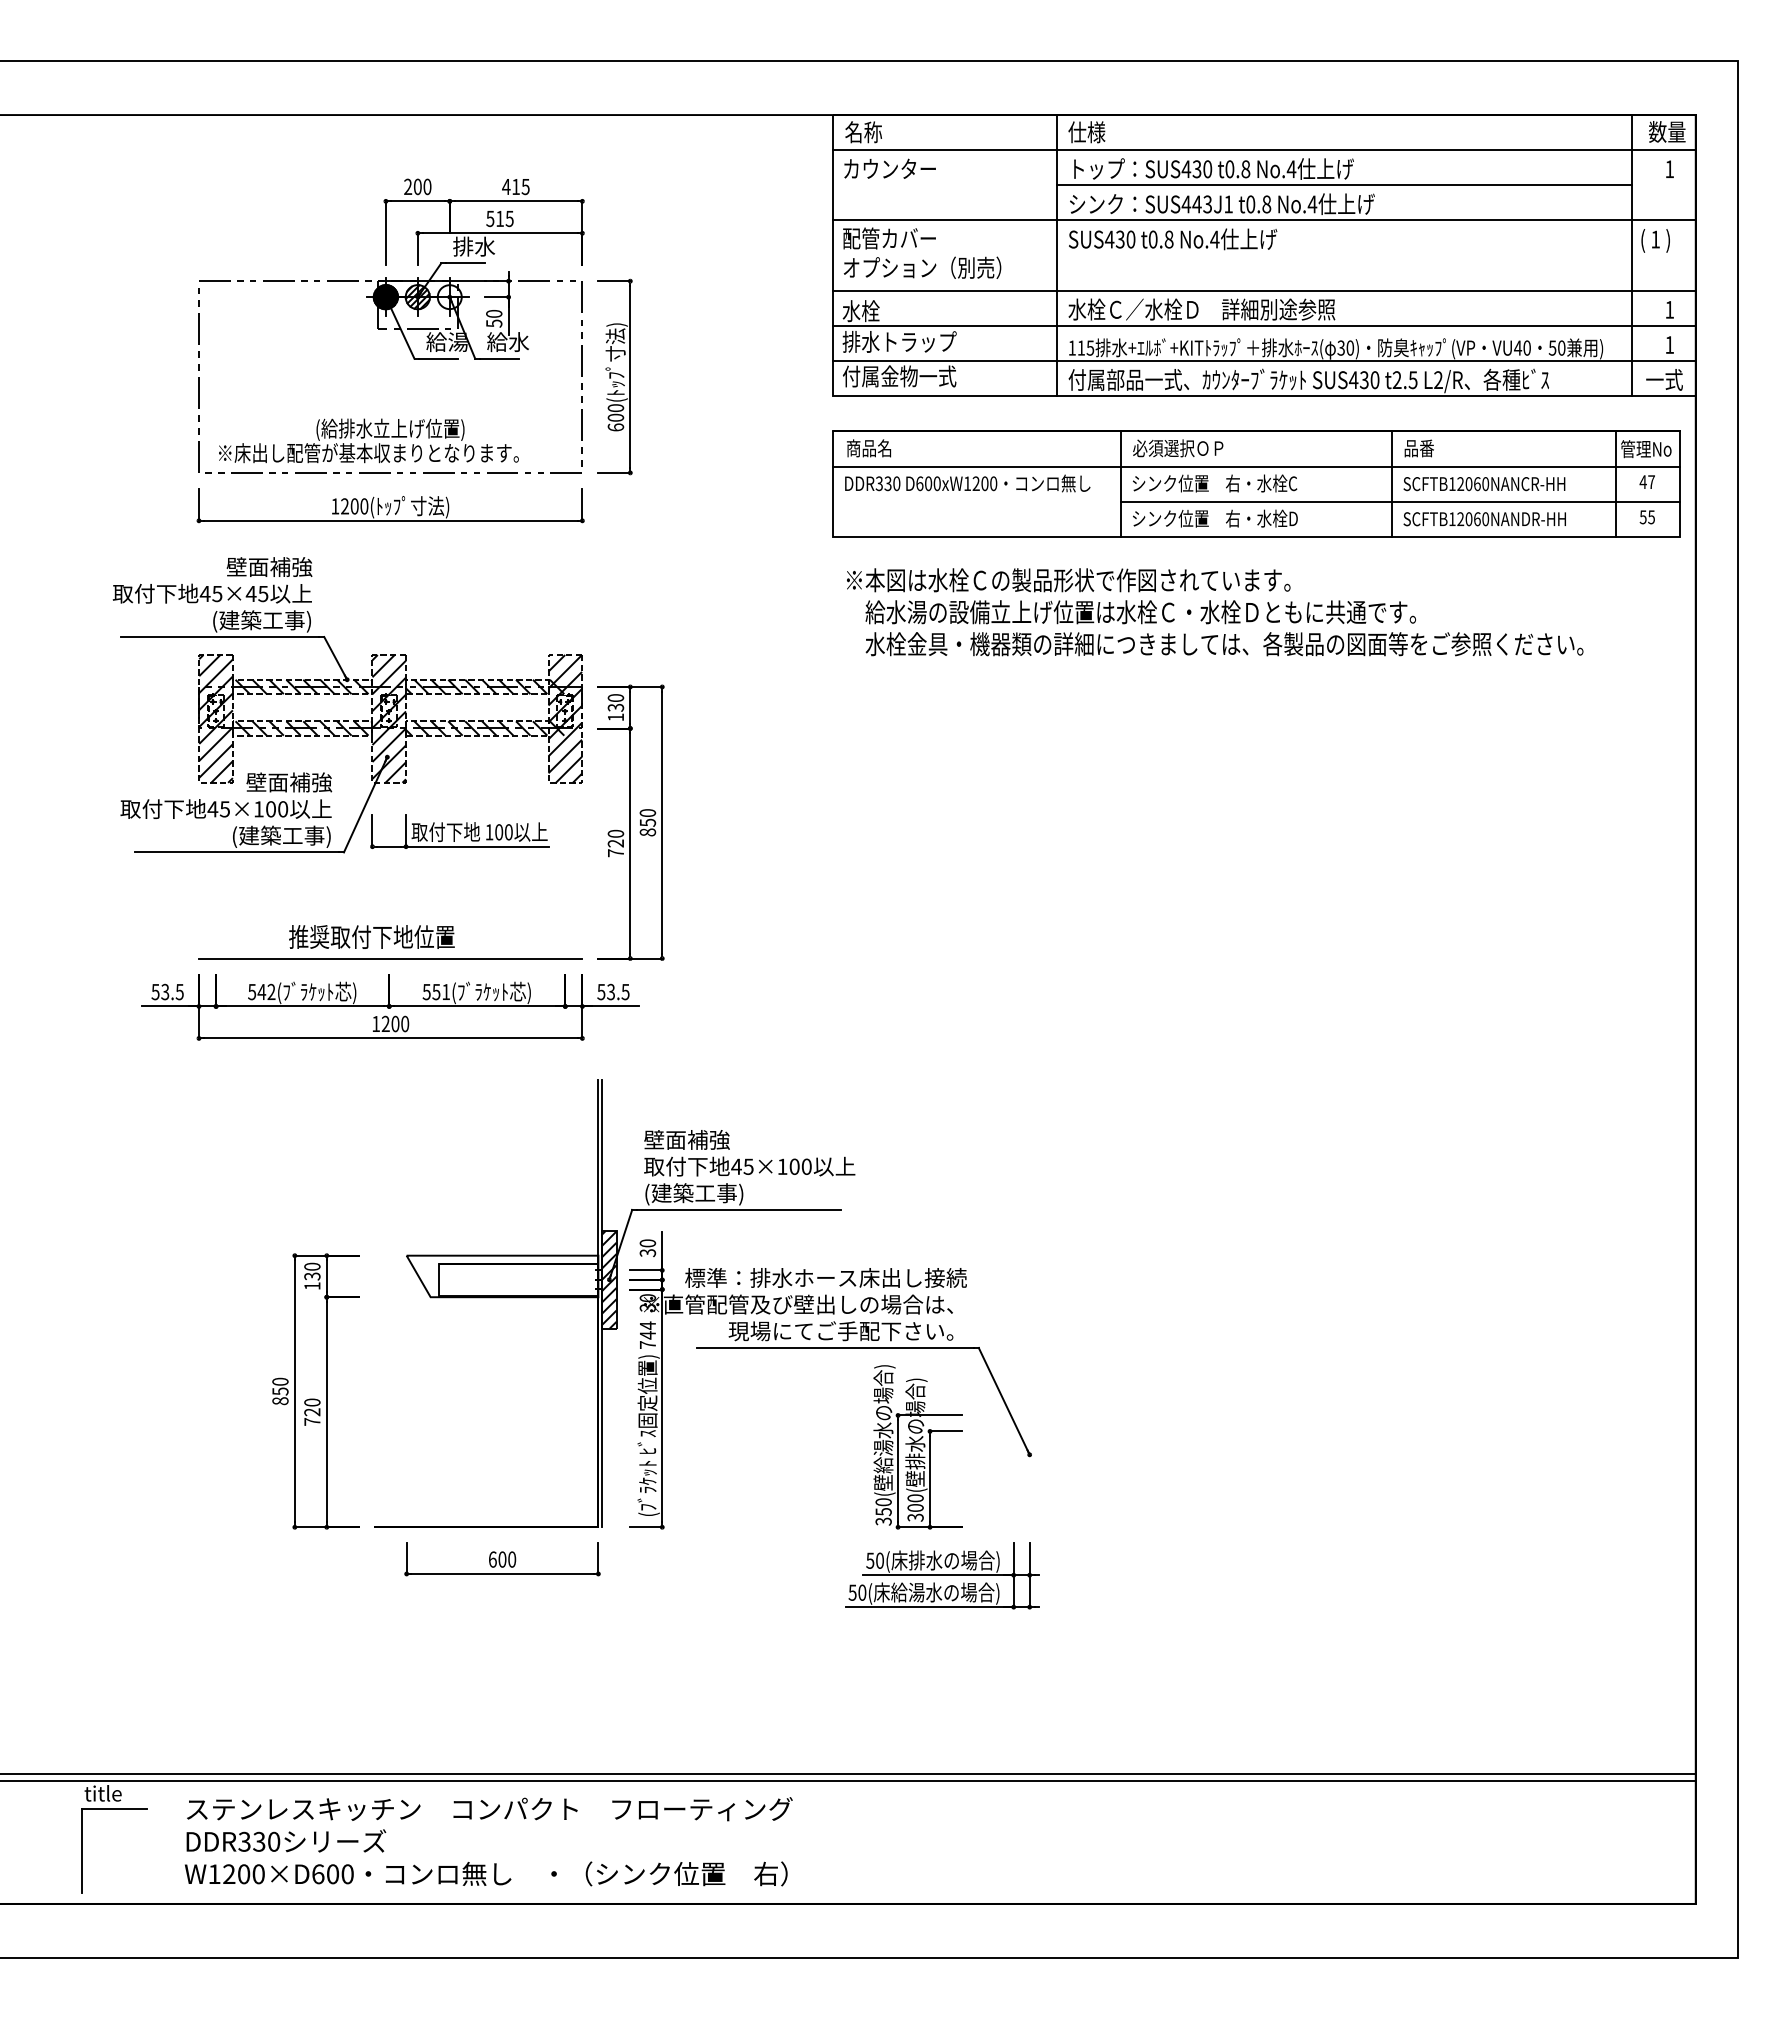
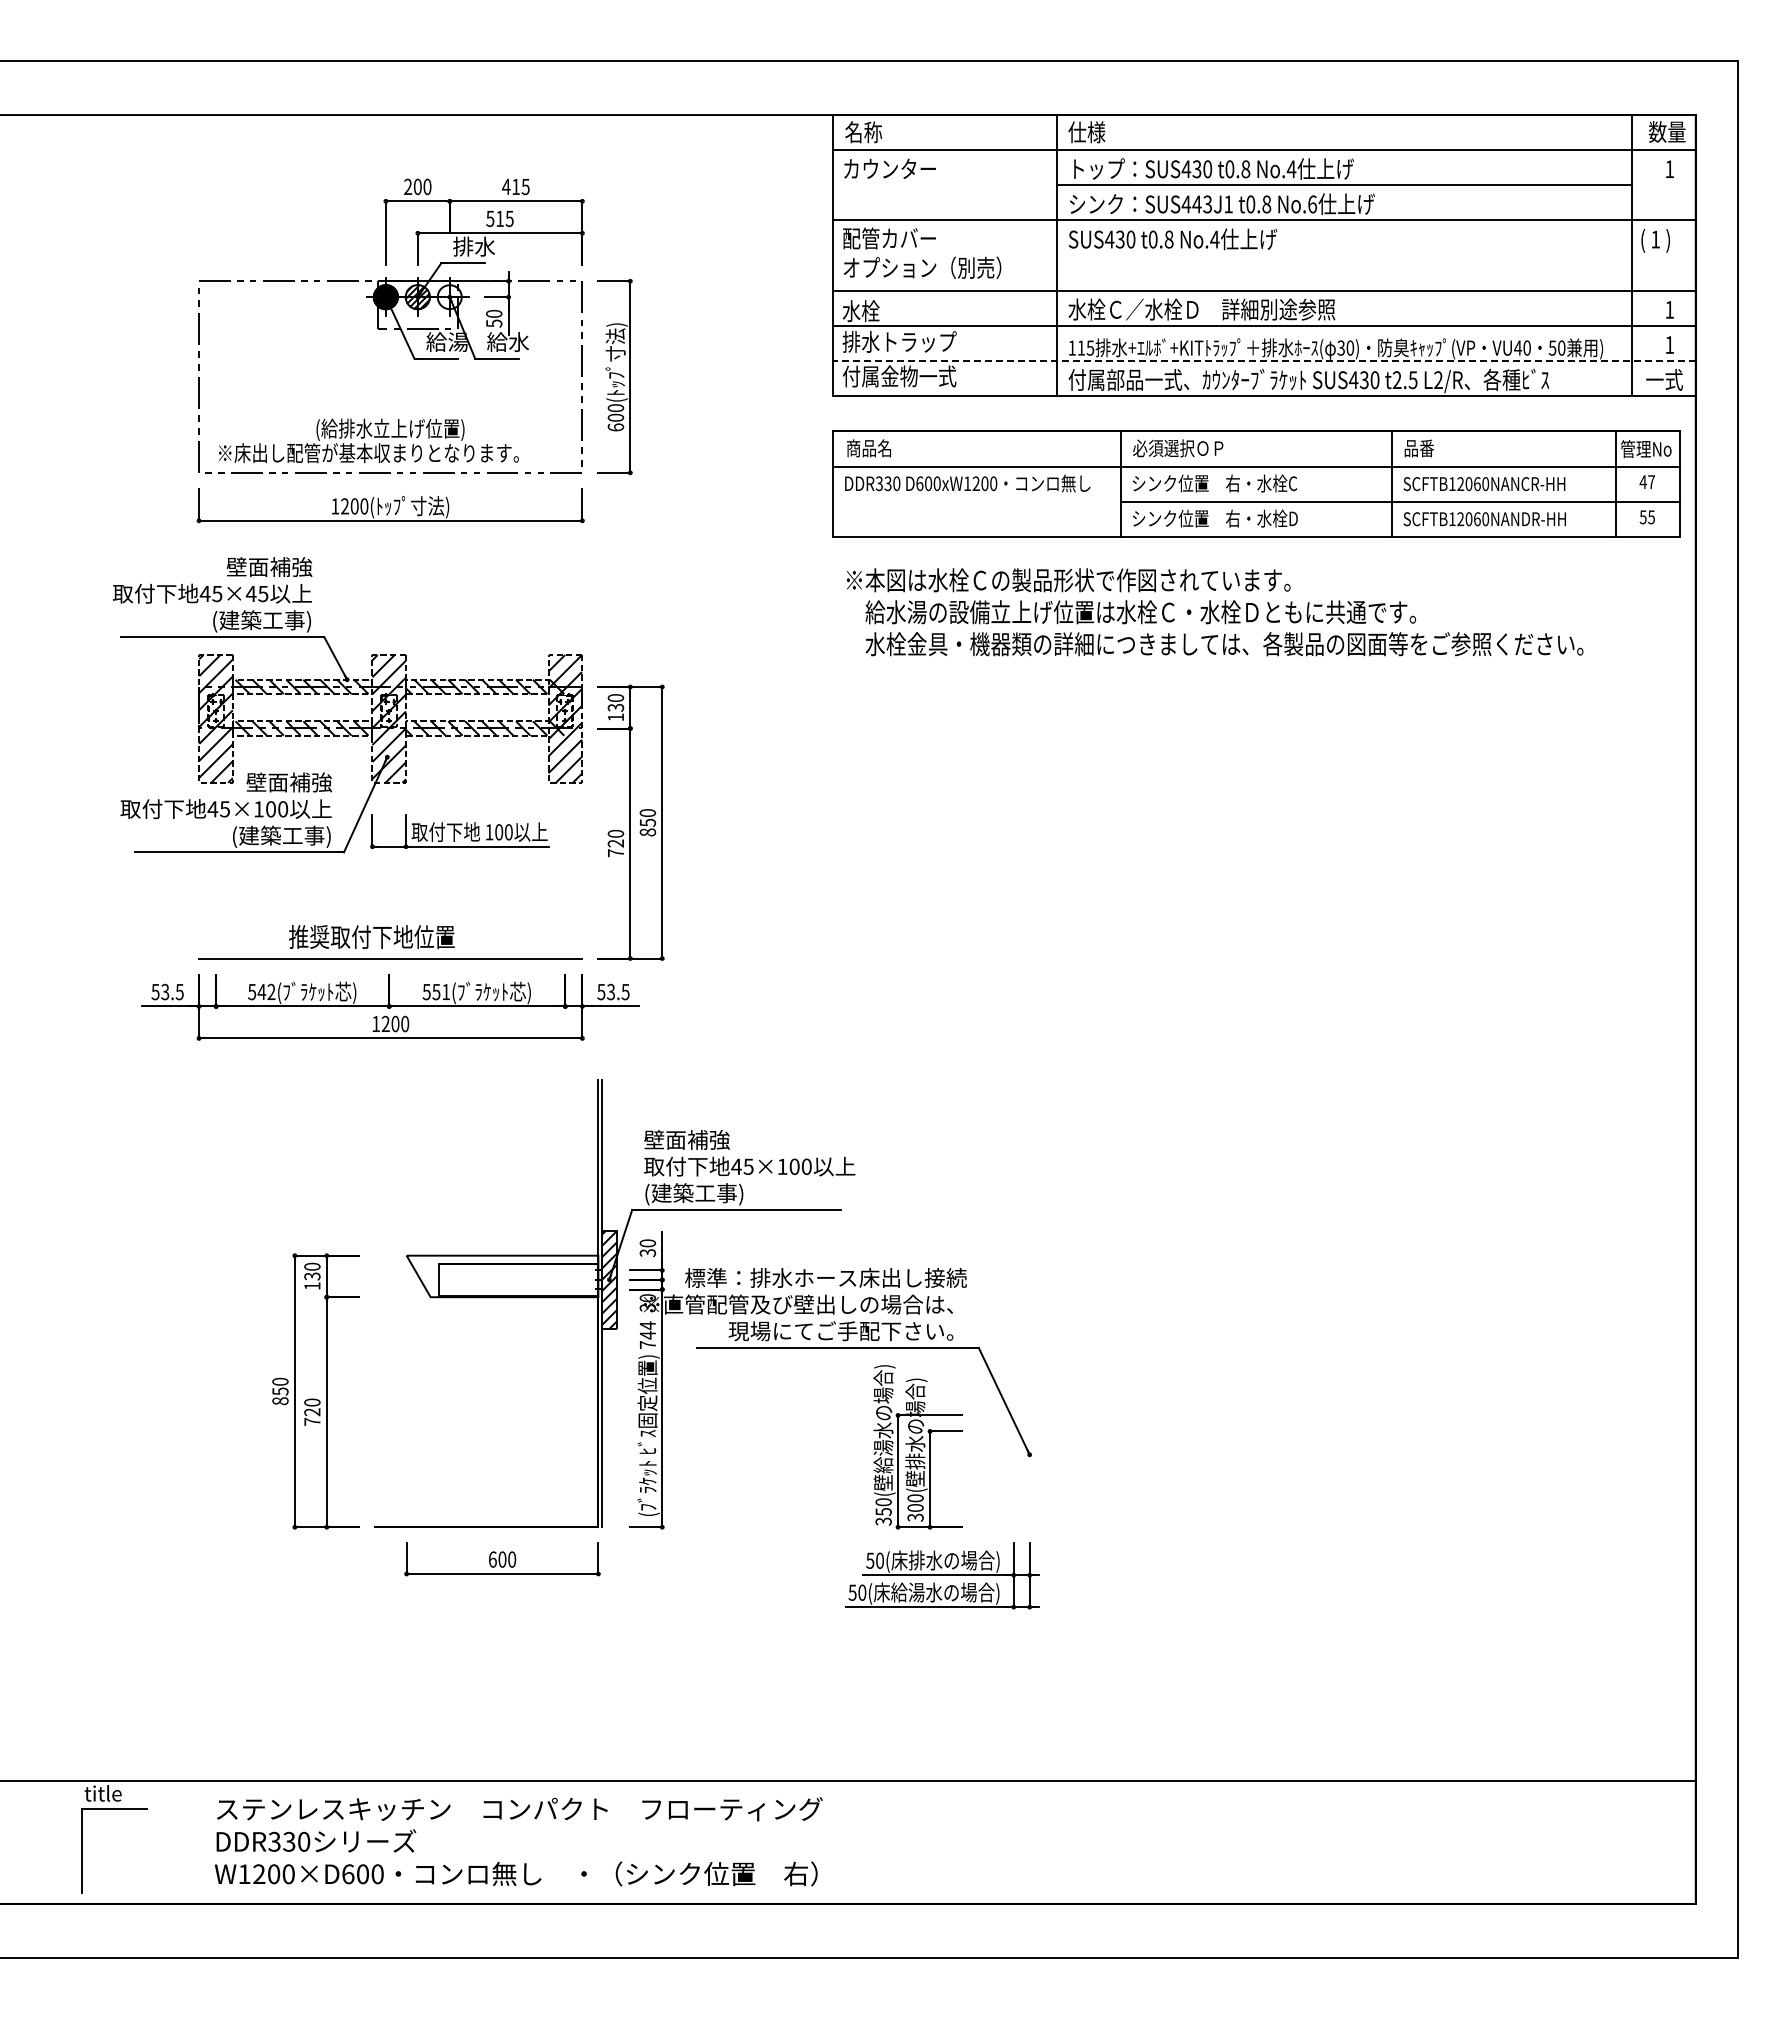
text at (1312, 204): No.4 -> No.6
line at (1263, 361): solid -> dashed
line at (848, 1774): present -> none
text at (488, 1841) position: (488, 1841) -> (518, 1841)
